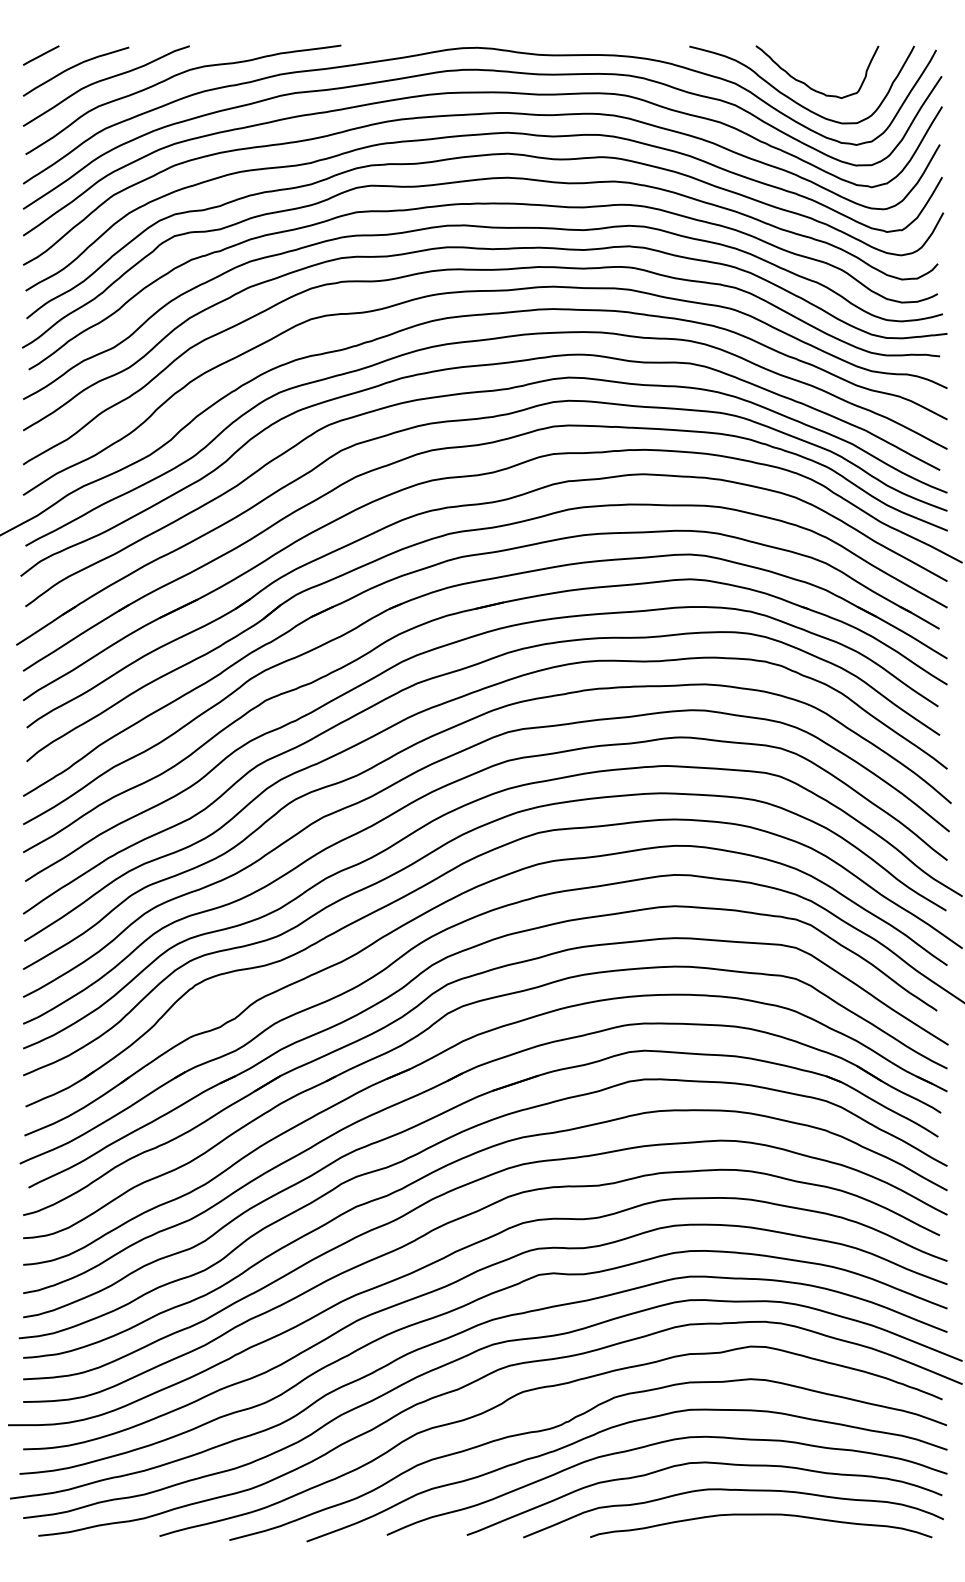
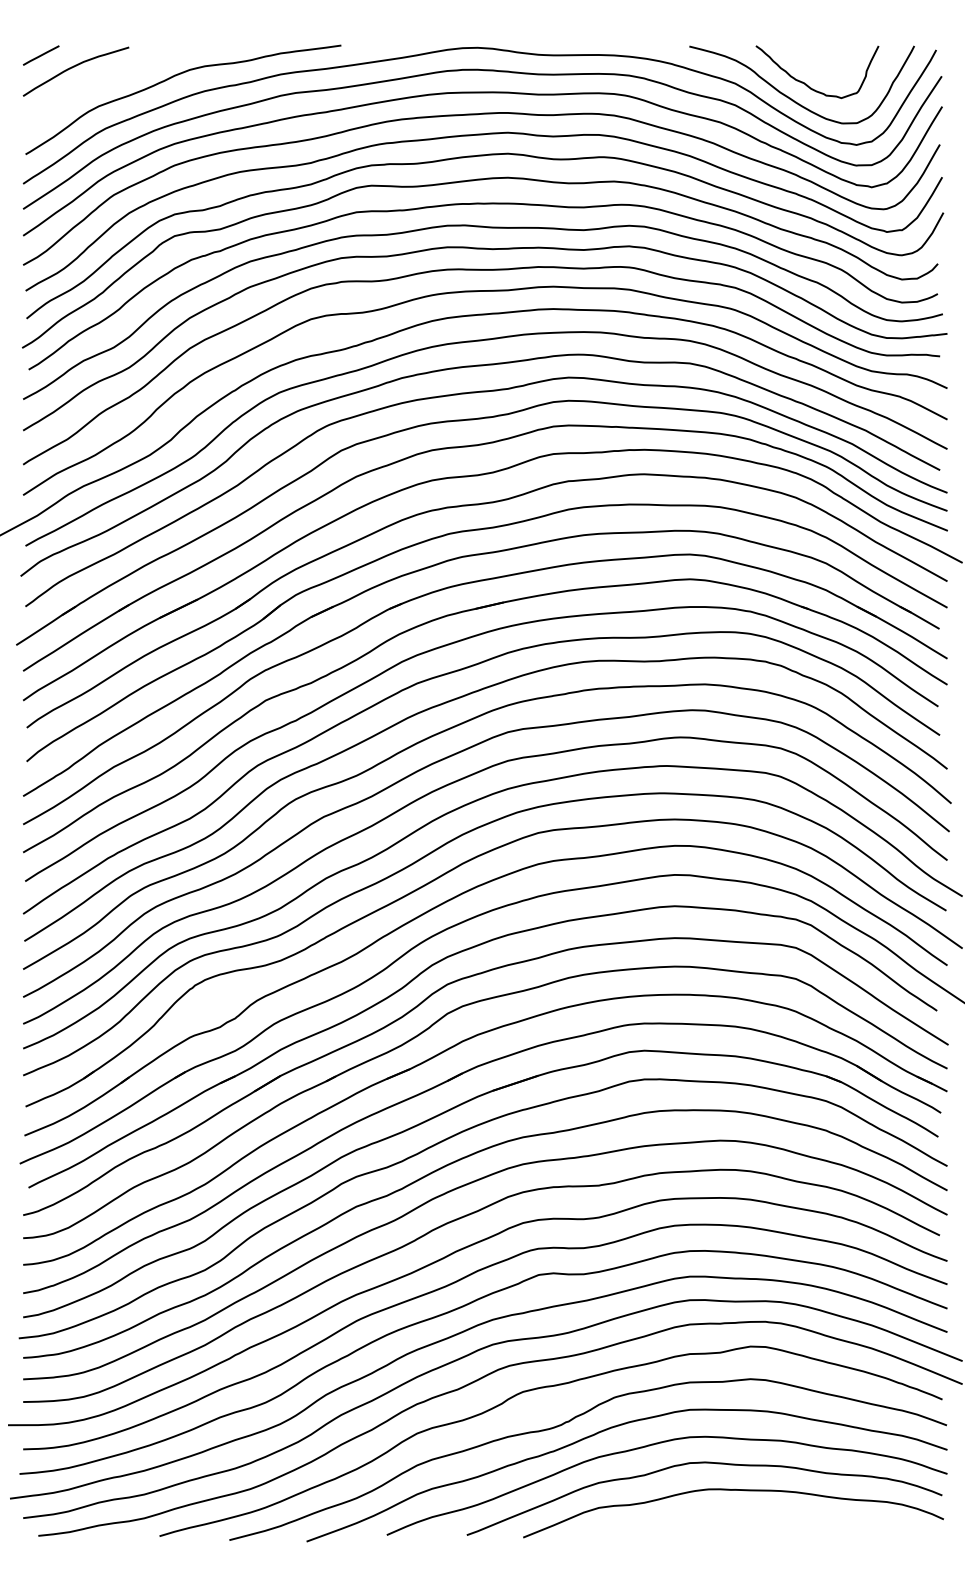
curve at (105, 80): present -> none
curve at (761, 1515): present -> none
